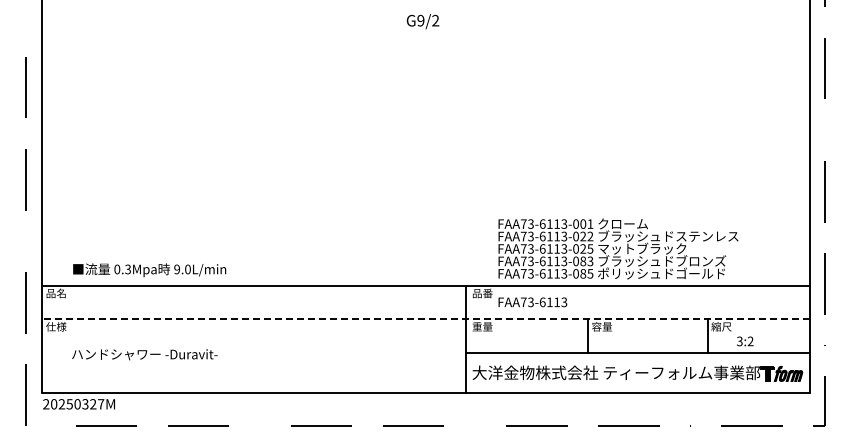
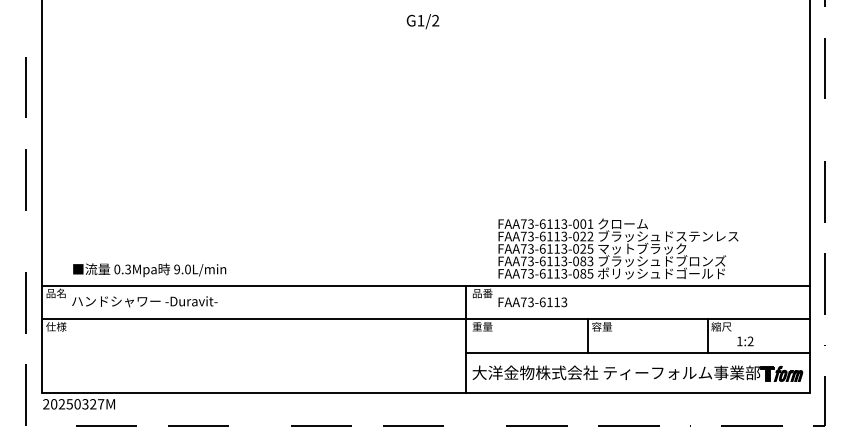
text at (420, 20): G9/2 -> G1/2
line at (426, 319): dashed -> solid
text at (739, 341): 3:2 -> 1:2
text at (144, 354) position: (144, 354) -> (144, 301)
